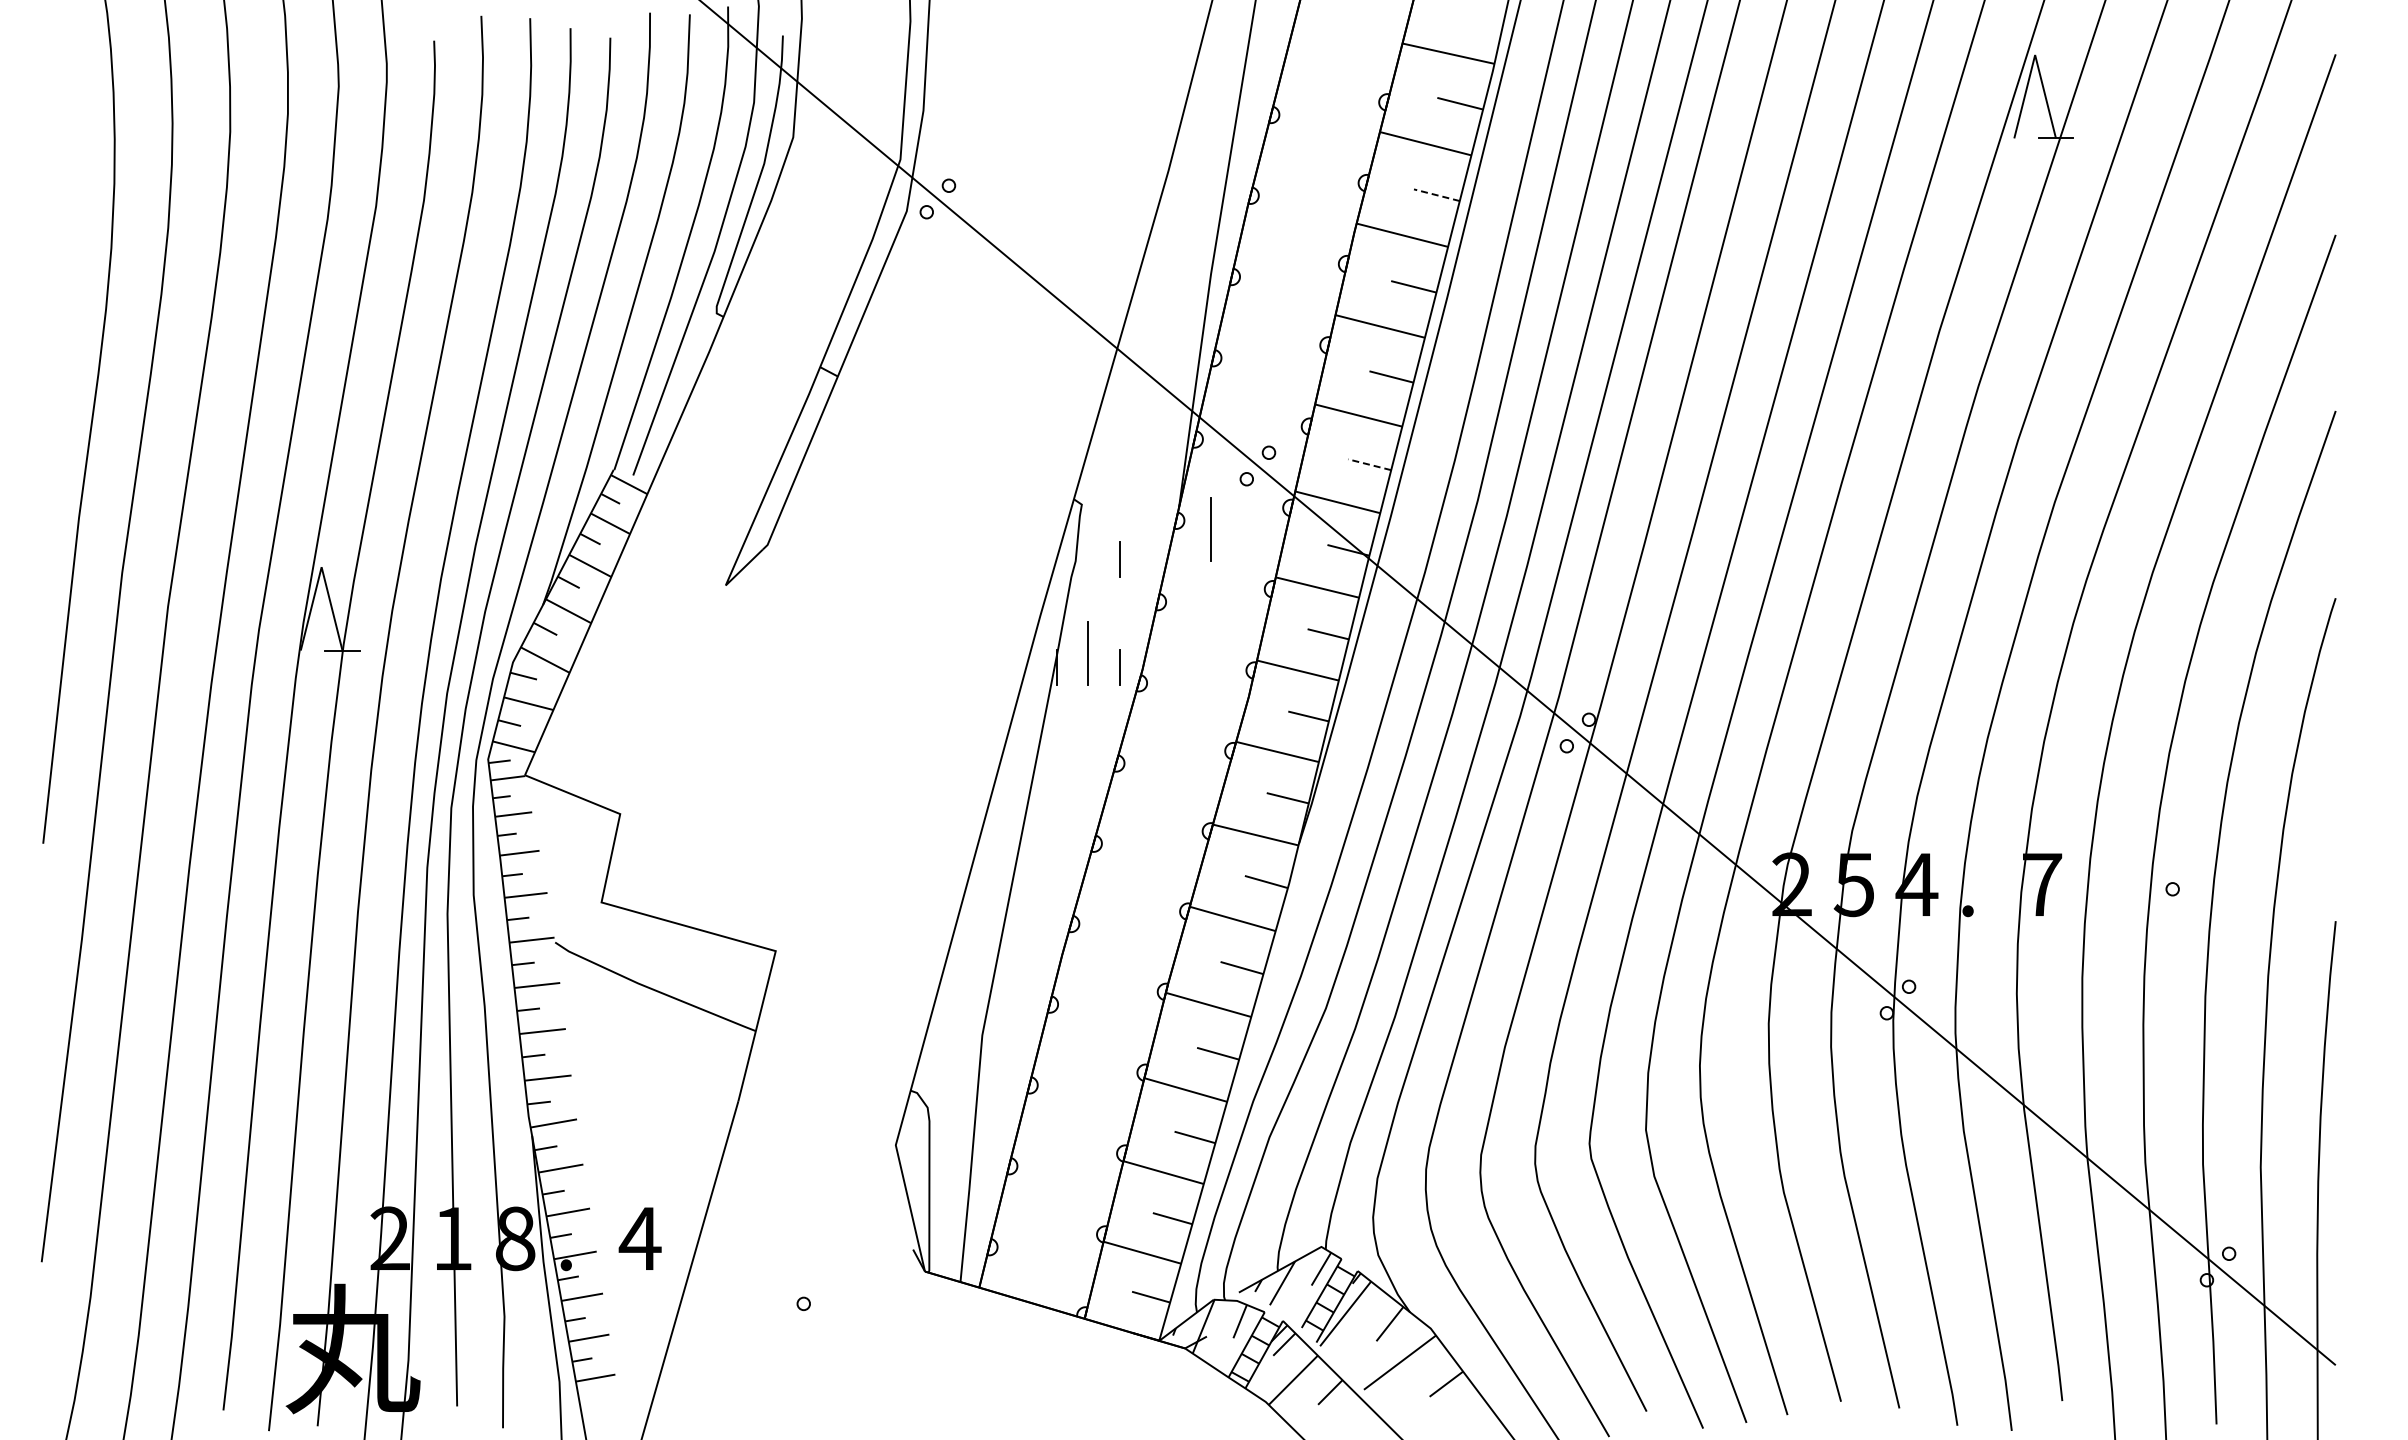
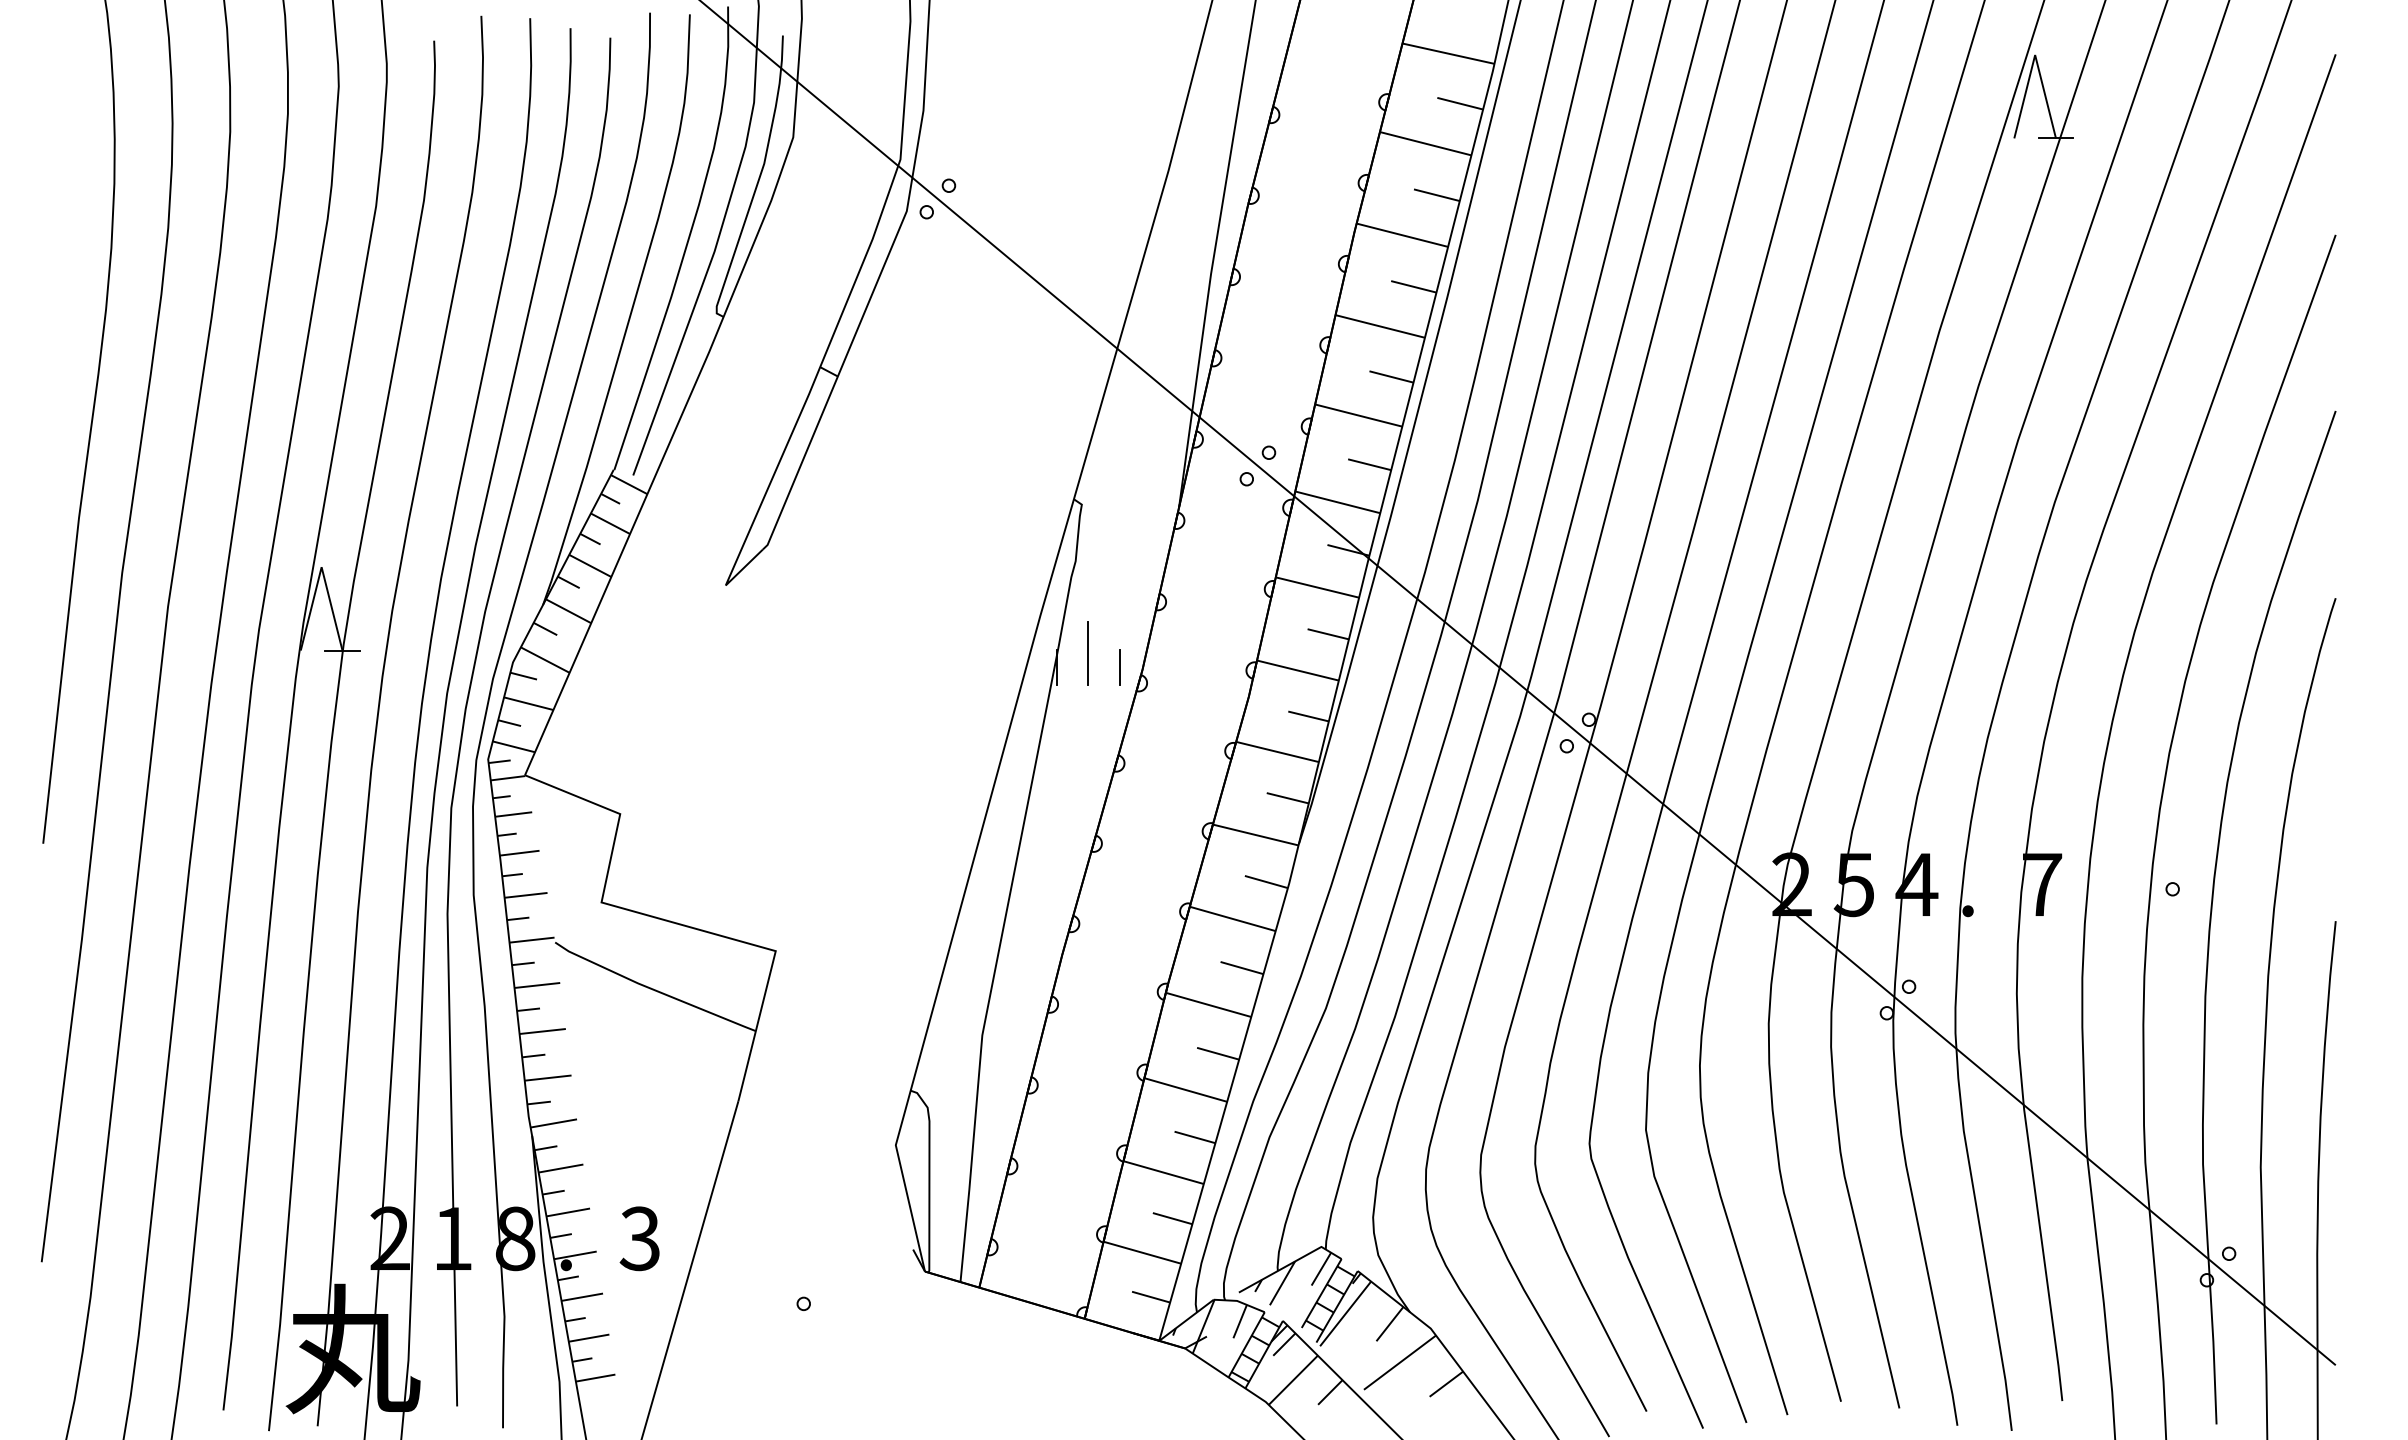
line at (1436, 195): dashed -> solid
line at (1369, 464): dashed -> solid
line at (1210, 529): present -> none
line at (1119, 559): present -> none
text at (639, 1238): 4 -> 3
